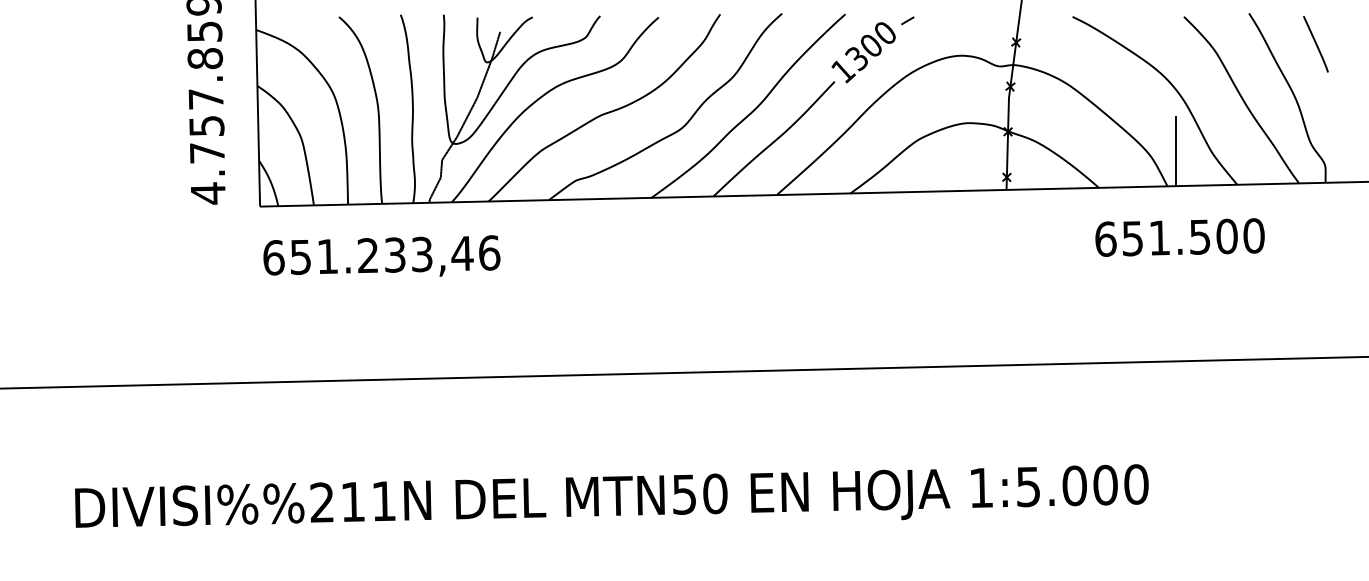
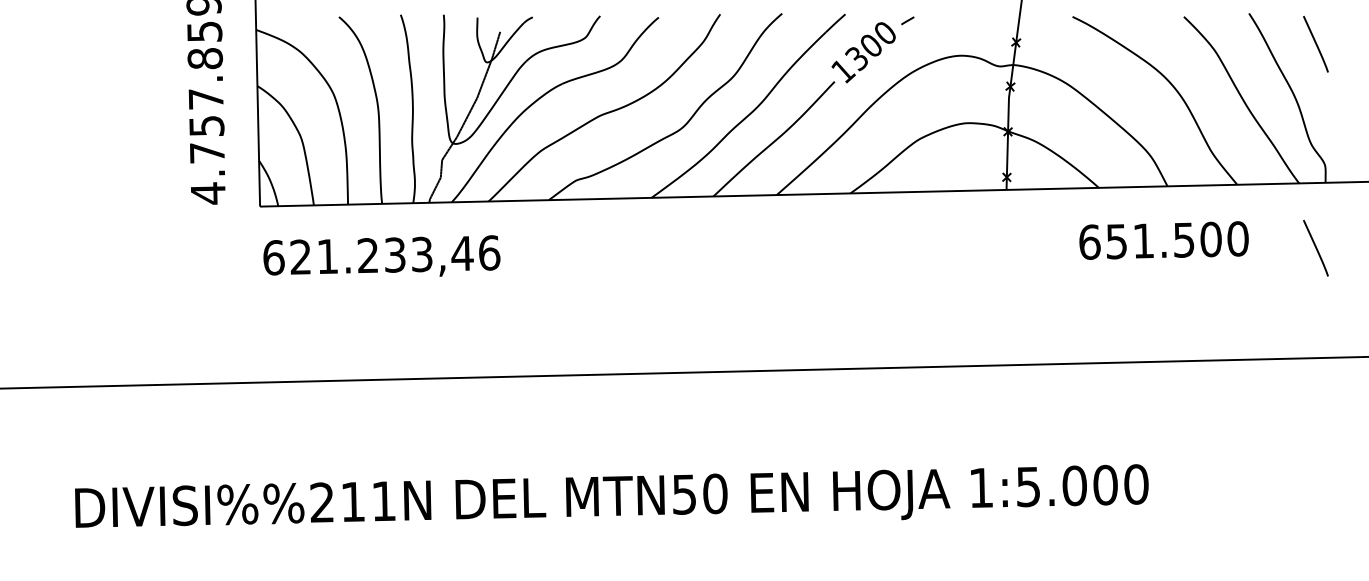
line at (1175, 151): present -> none
text at (1179, 237) position: (1179, 237) -> (1163, 240)
line at (1315, 248): none -> present
text at (300, 256): 651.233,46 -> 621.233,46
